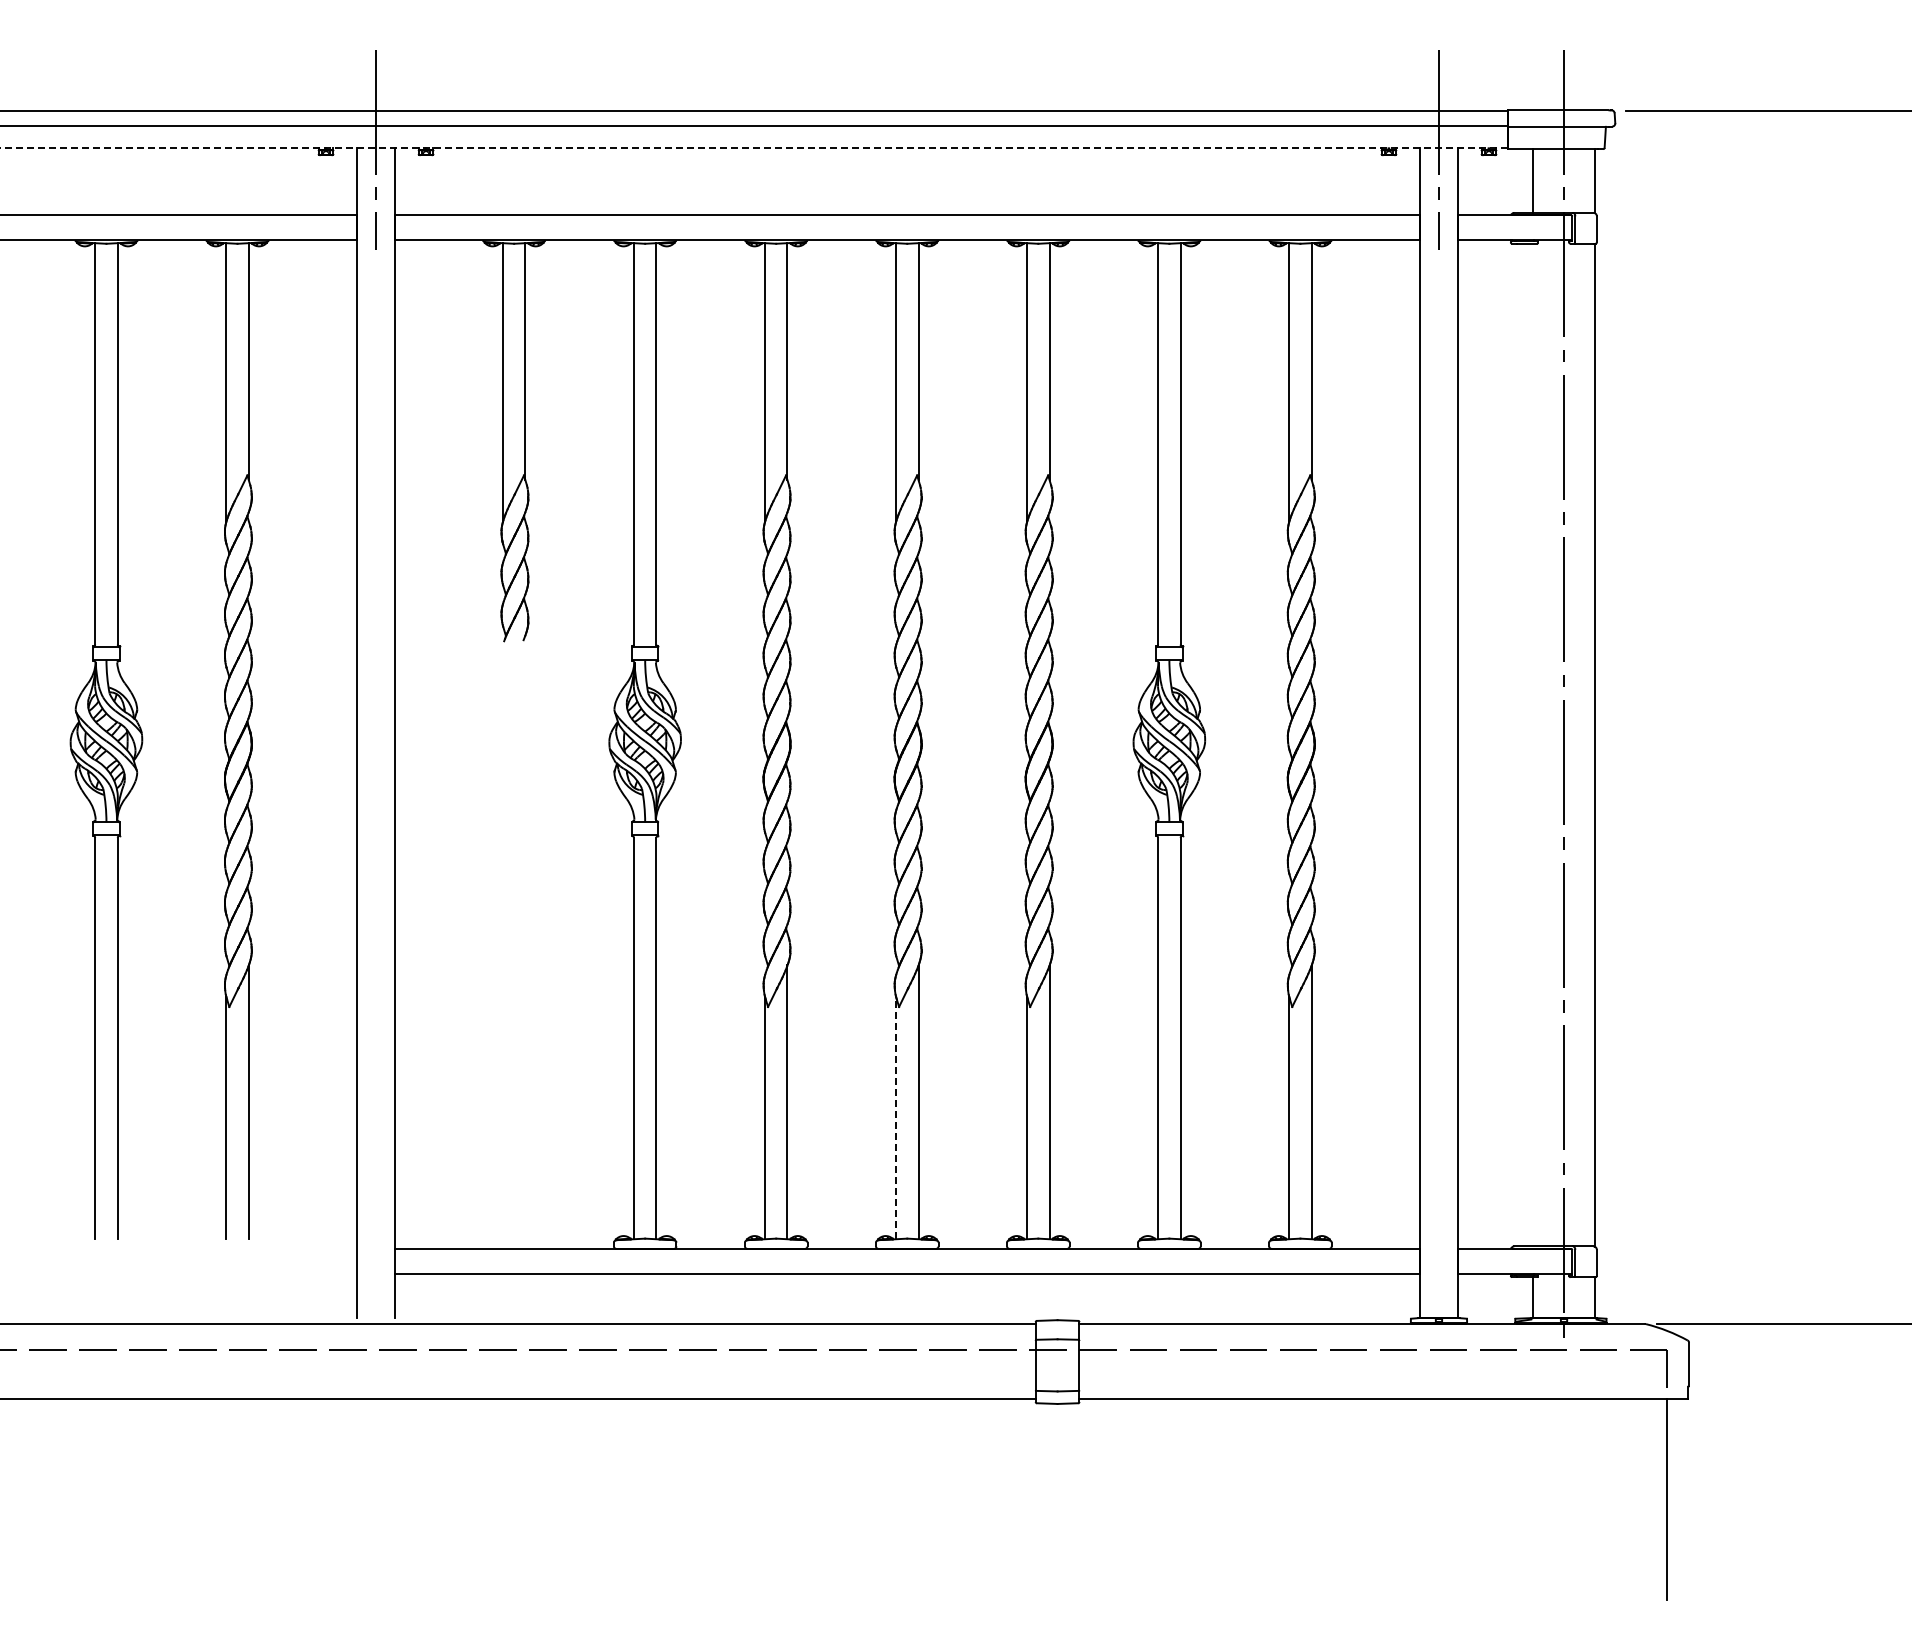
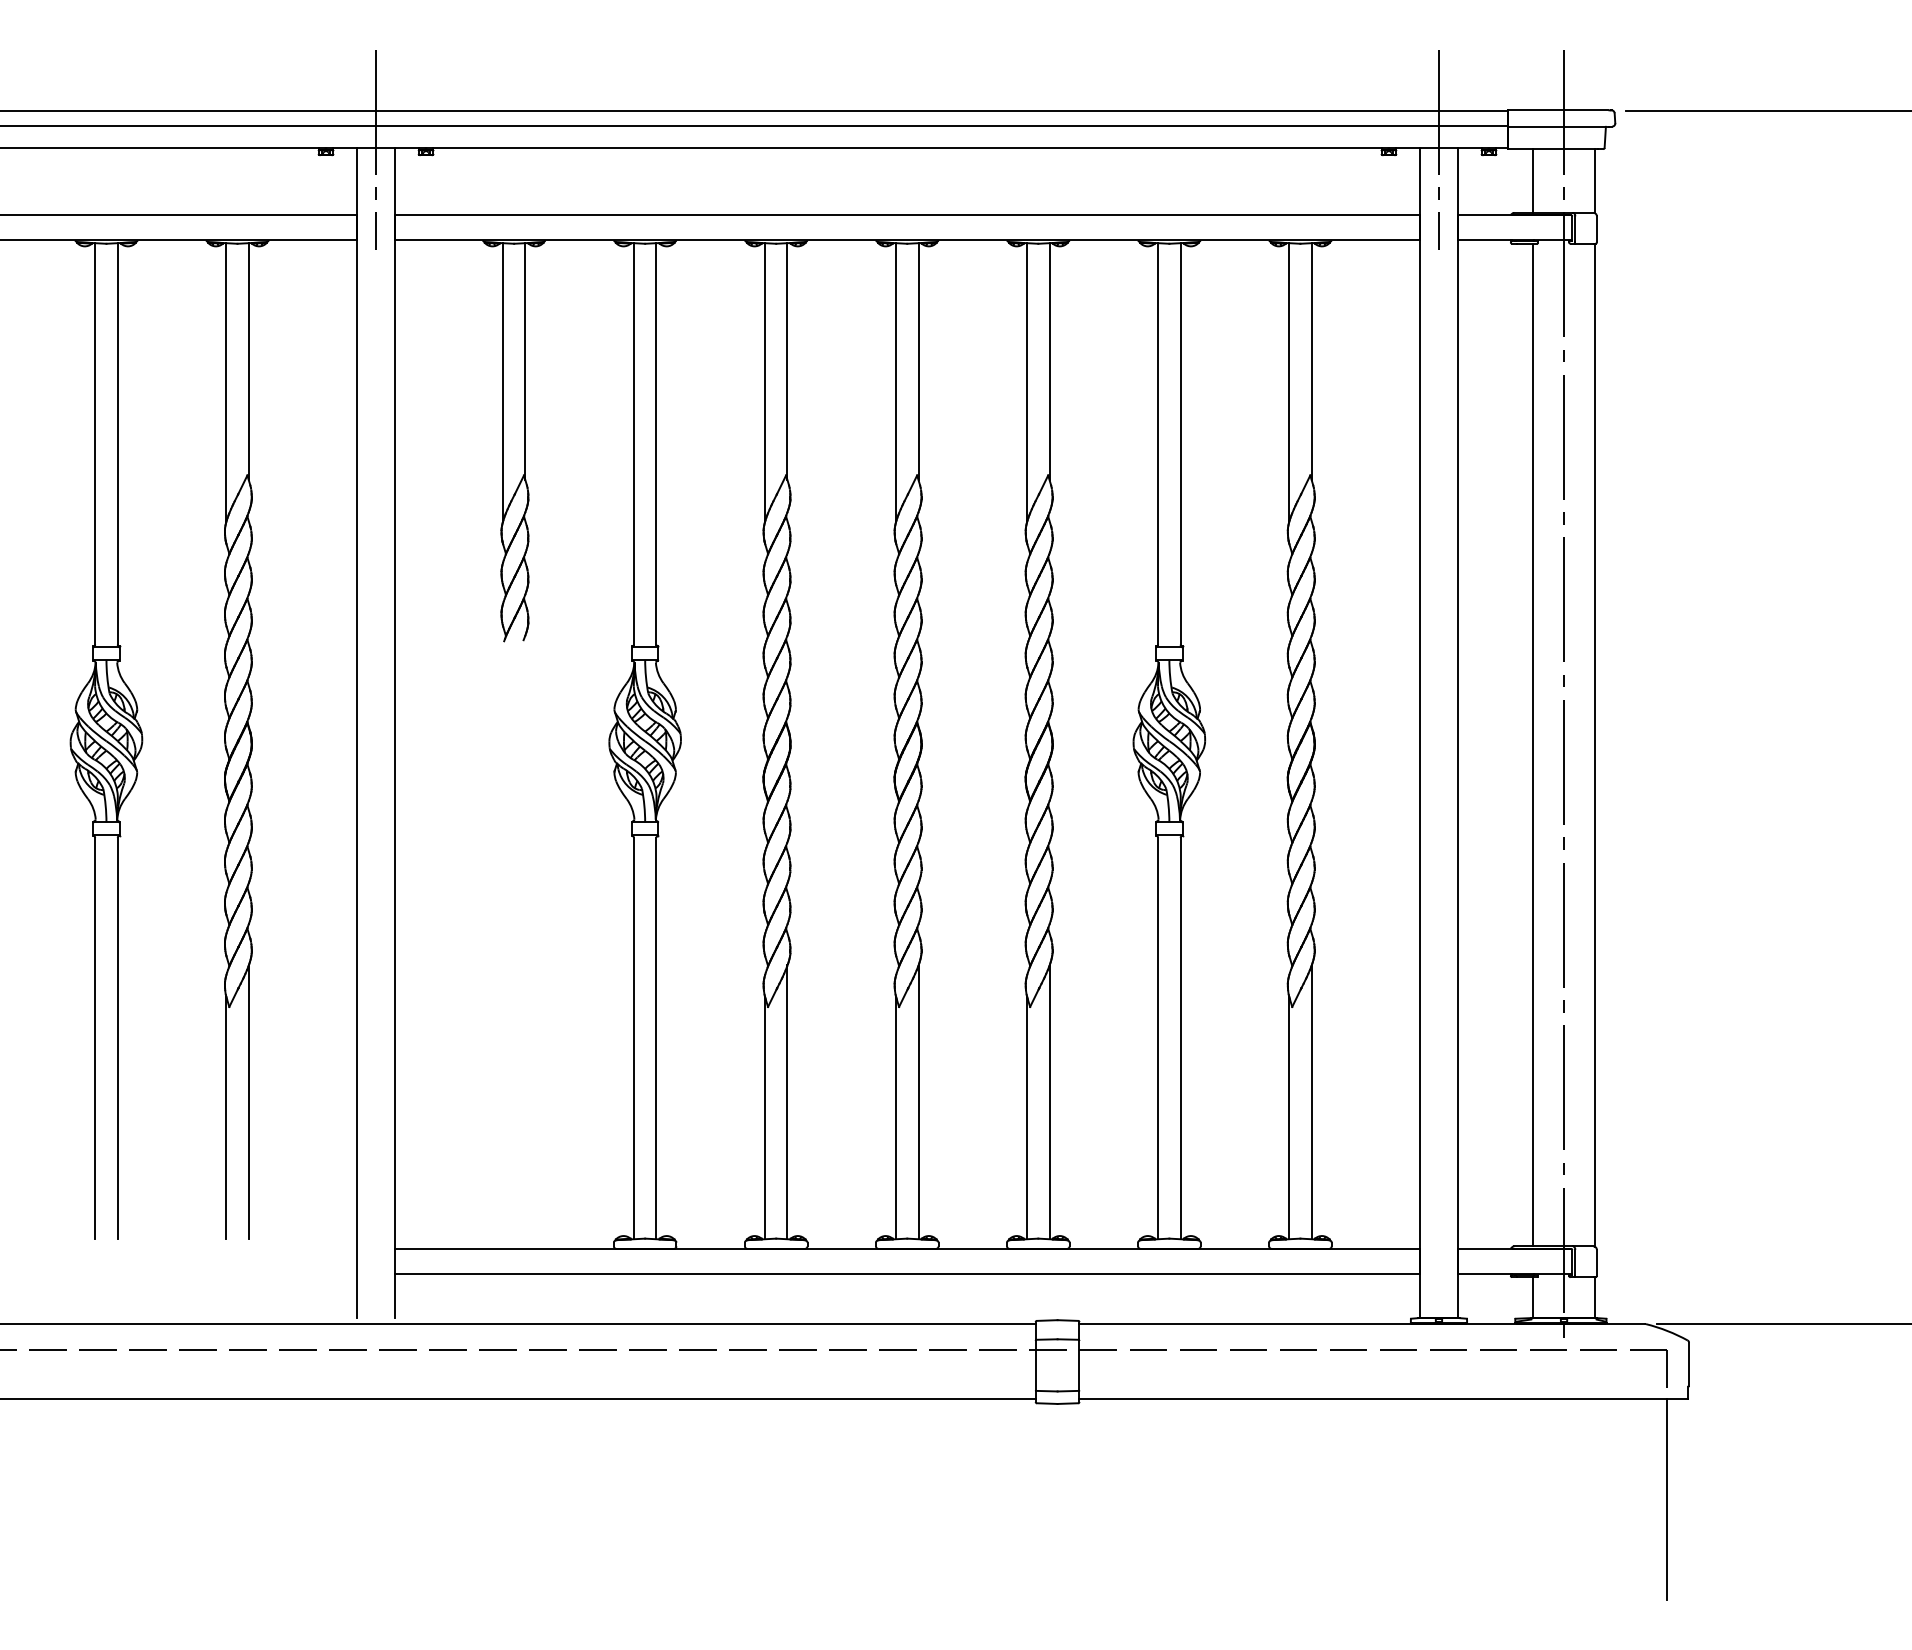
line at (753, 148): dashed -> solid
line at (1532, 744): none -> present
line at (896, 1117): dashed -> solid
